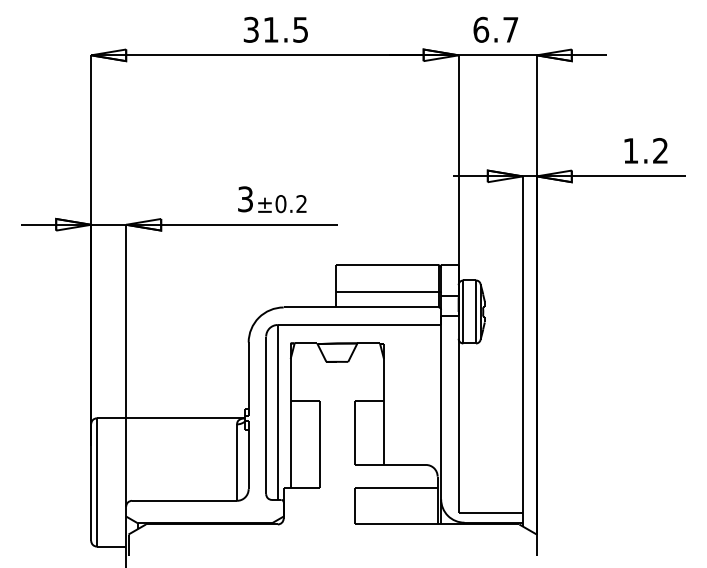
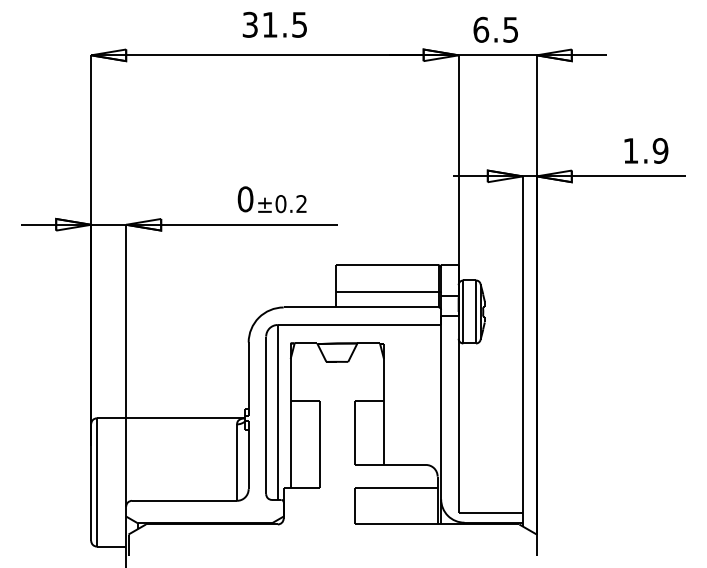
text at (275, 29) position: (275, 29) -> (274, 24)
text at (510, 29): 6.7 -> 6.5
text at (660, 150): 1.2 -> 1.9
text at (245, 199): 3 -> 0
